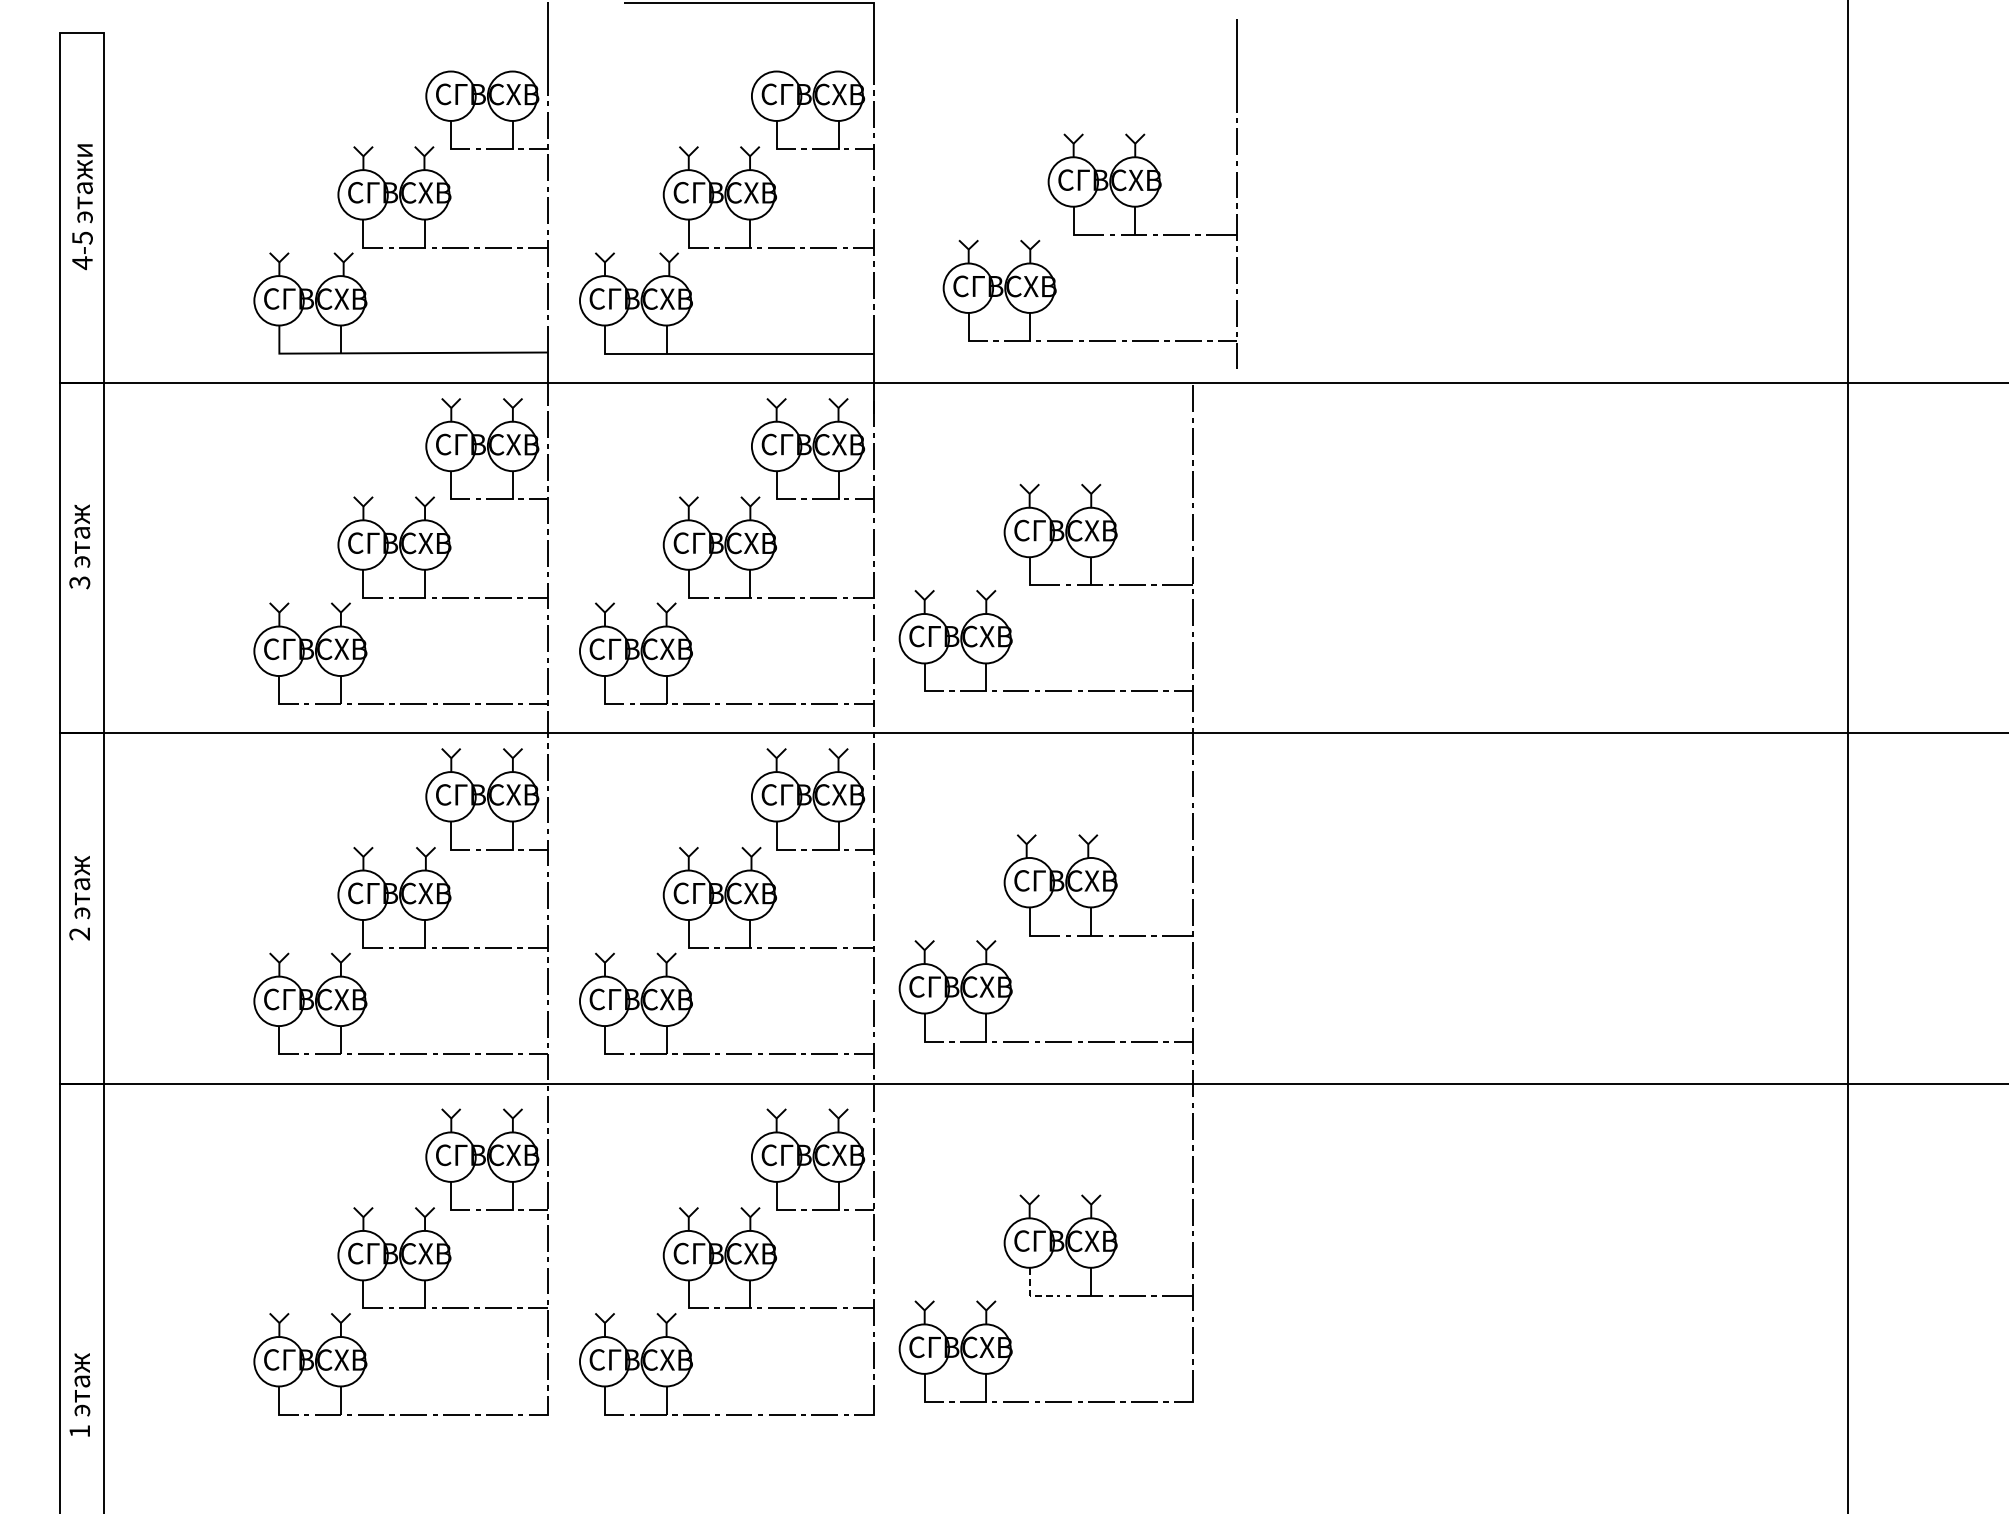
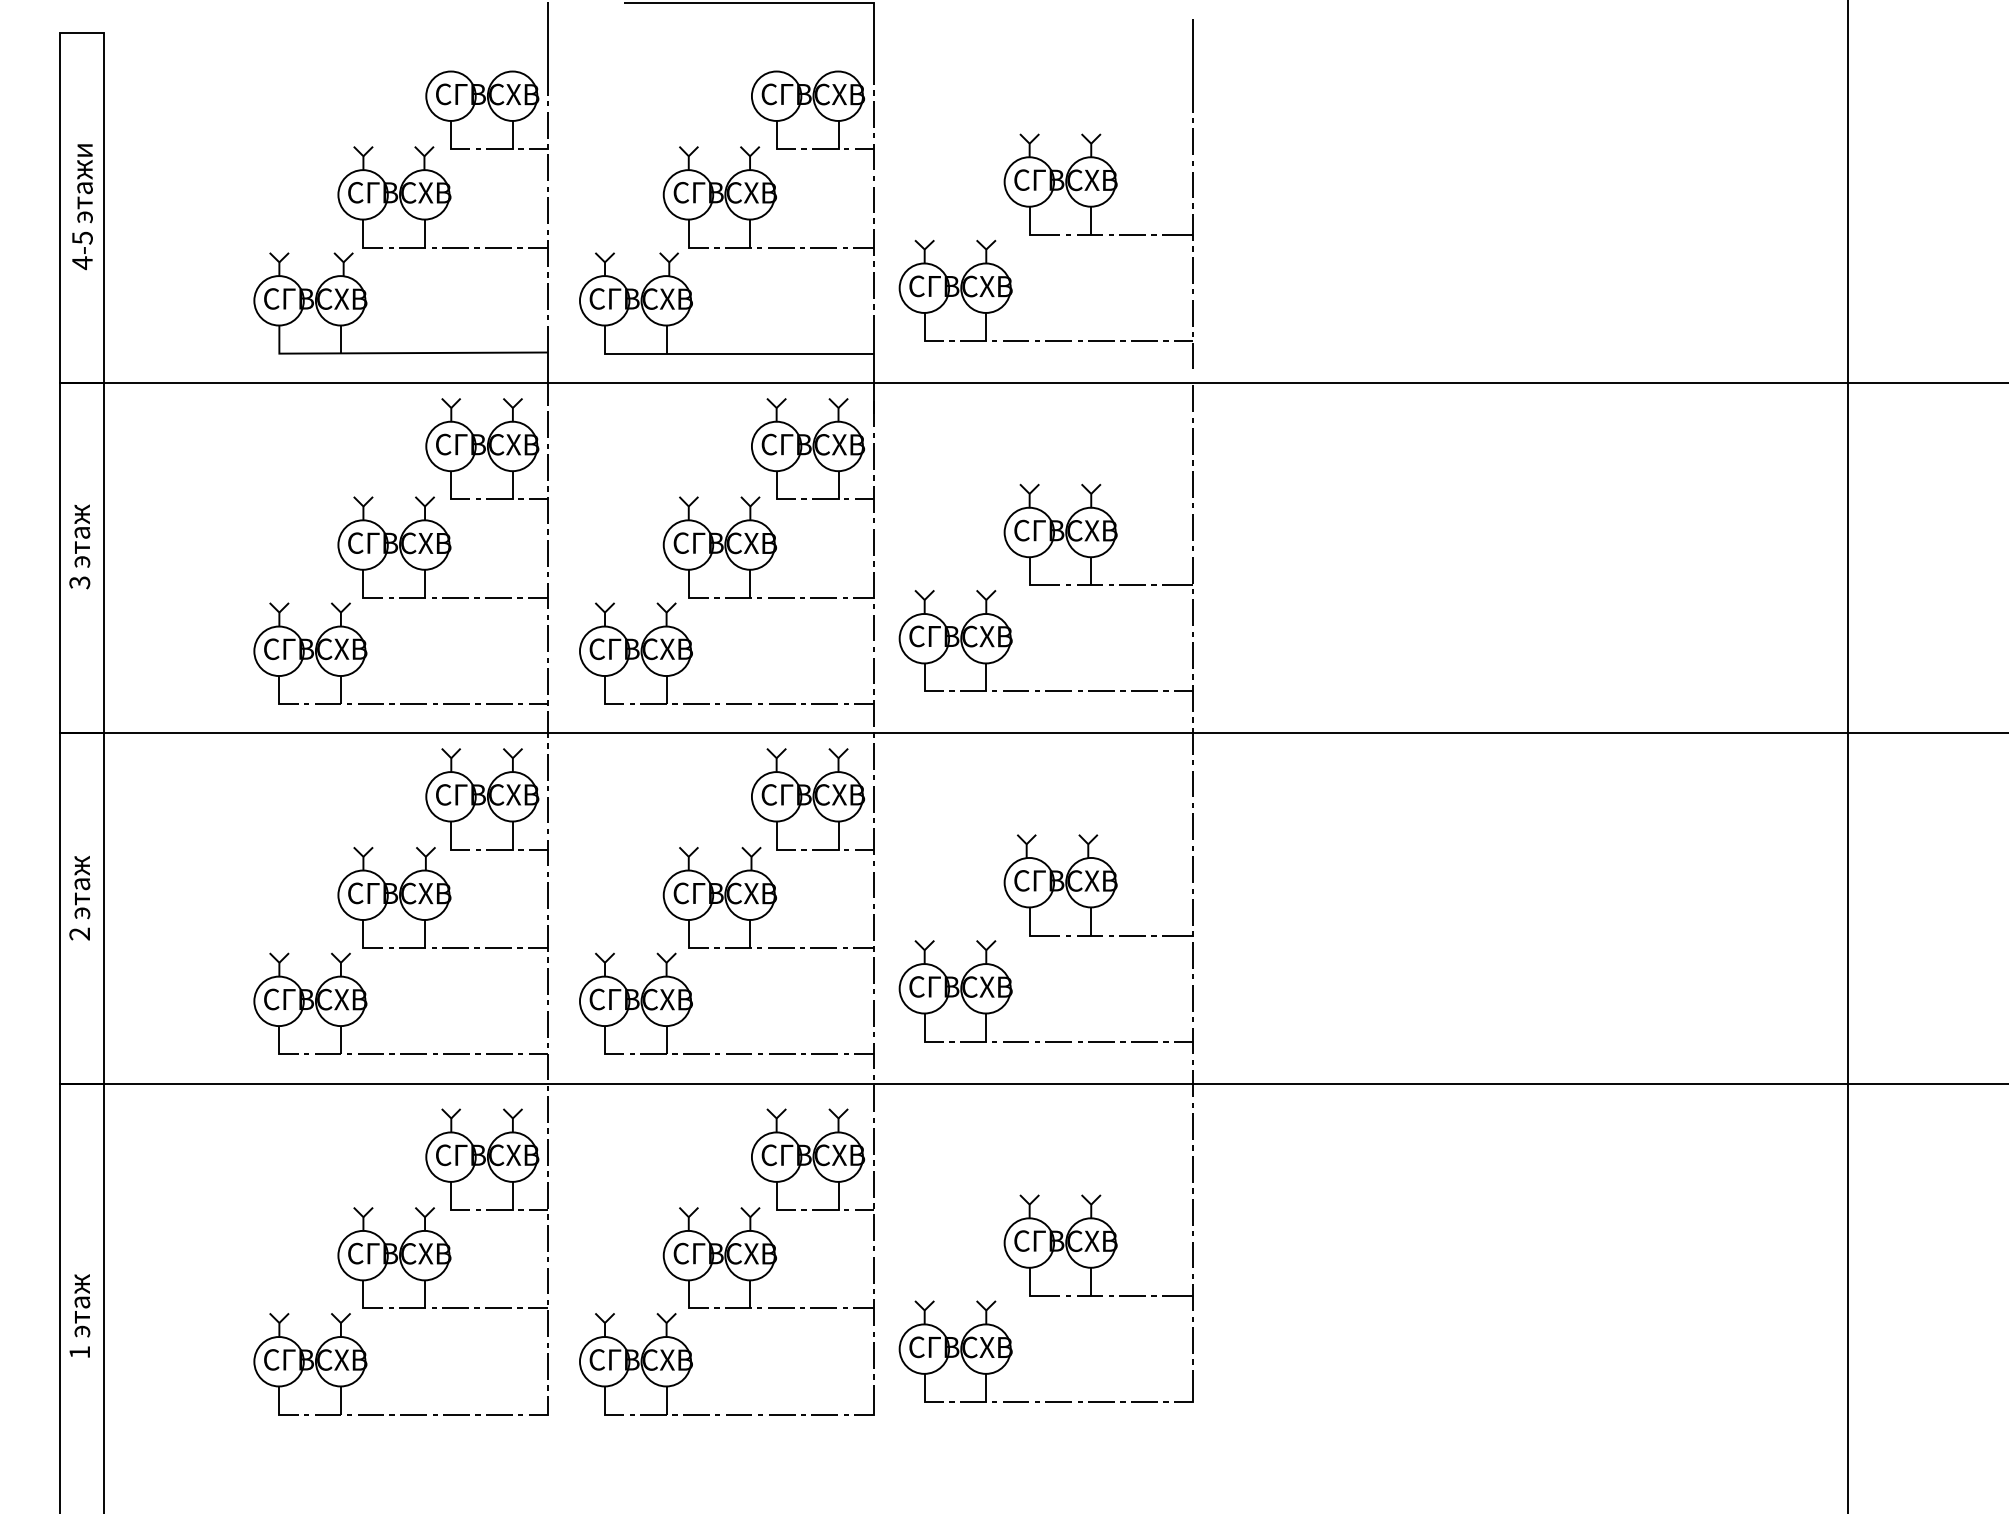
part at (1089, 193) position: (1089, 193) -> (1045, 193)
line at (1030, 1295): dashed -> solid
text at (79, 1394) position: (79, 1394) -> (79, 1315)
